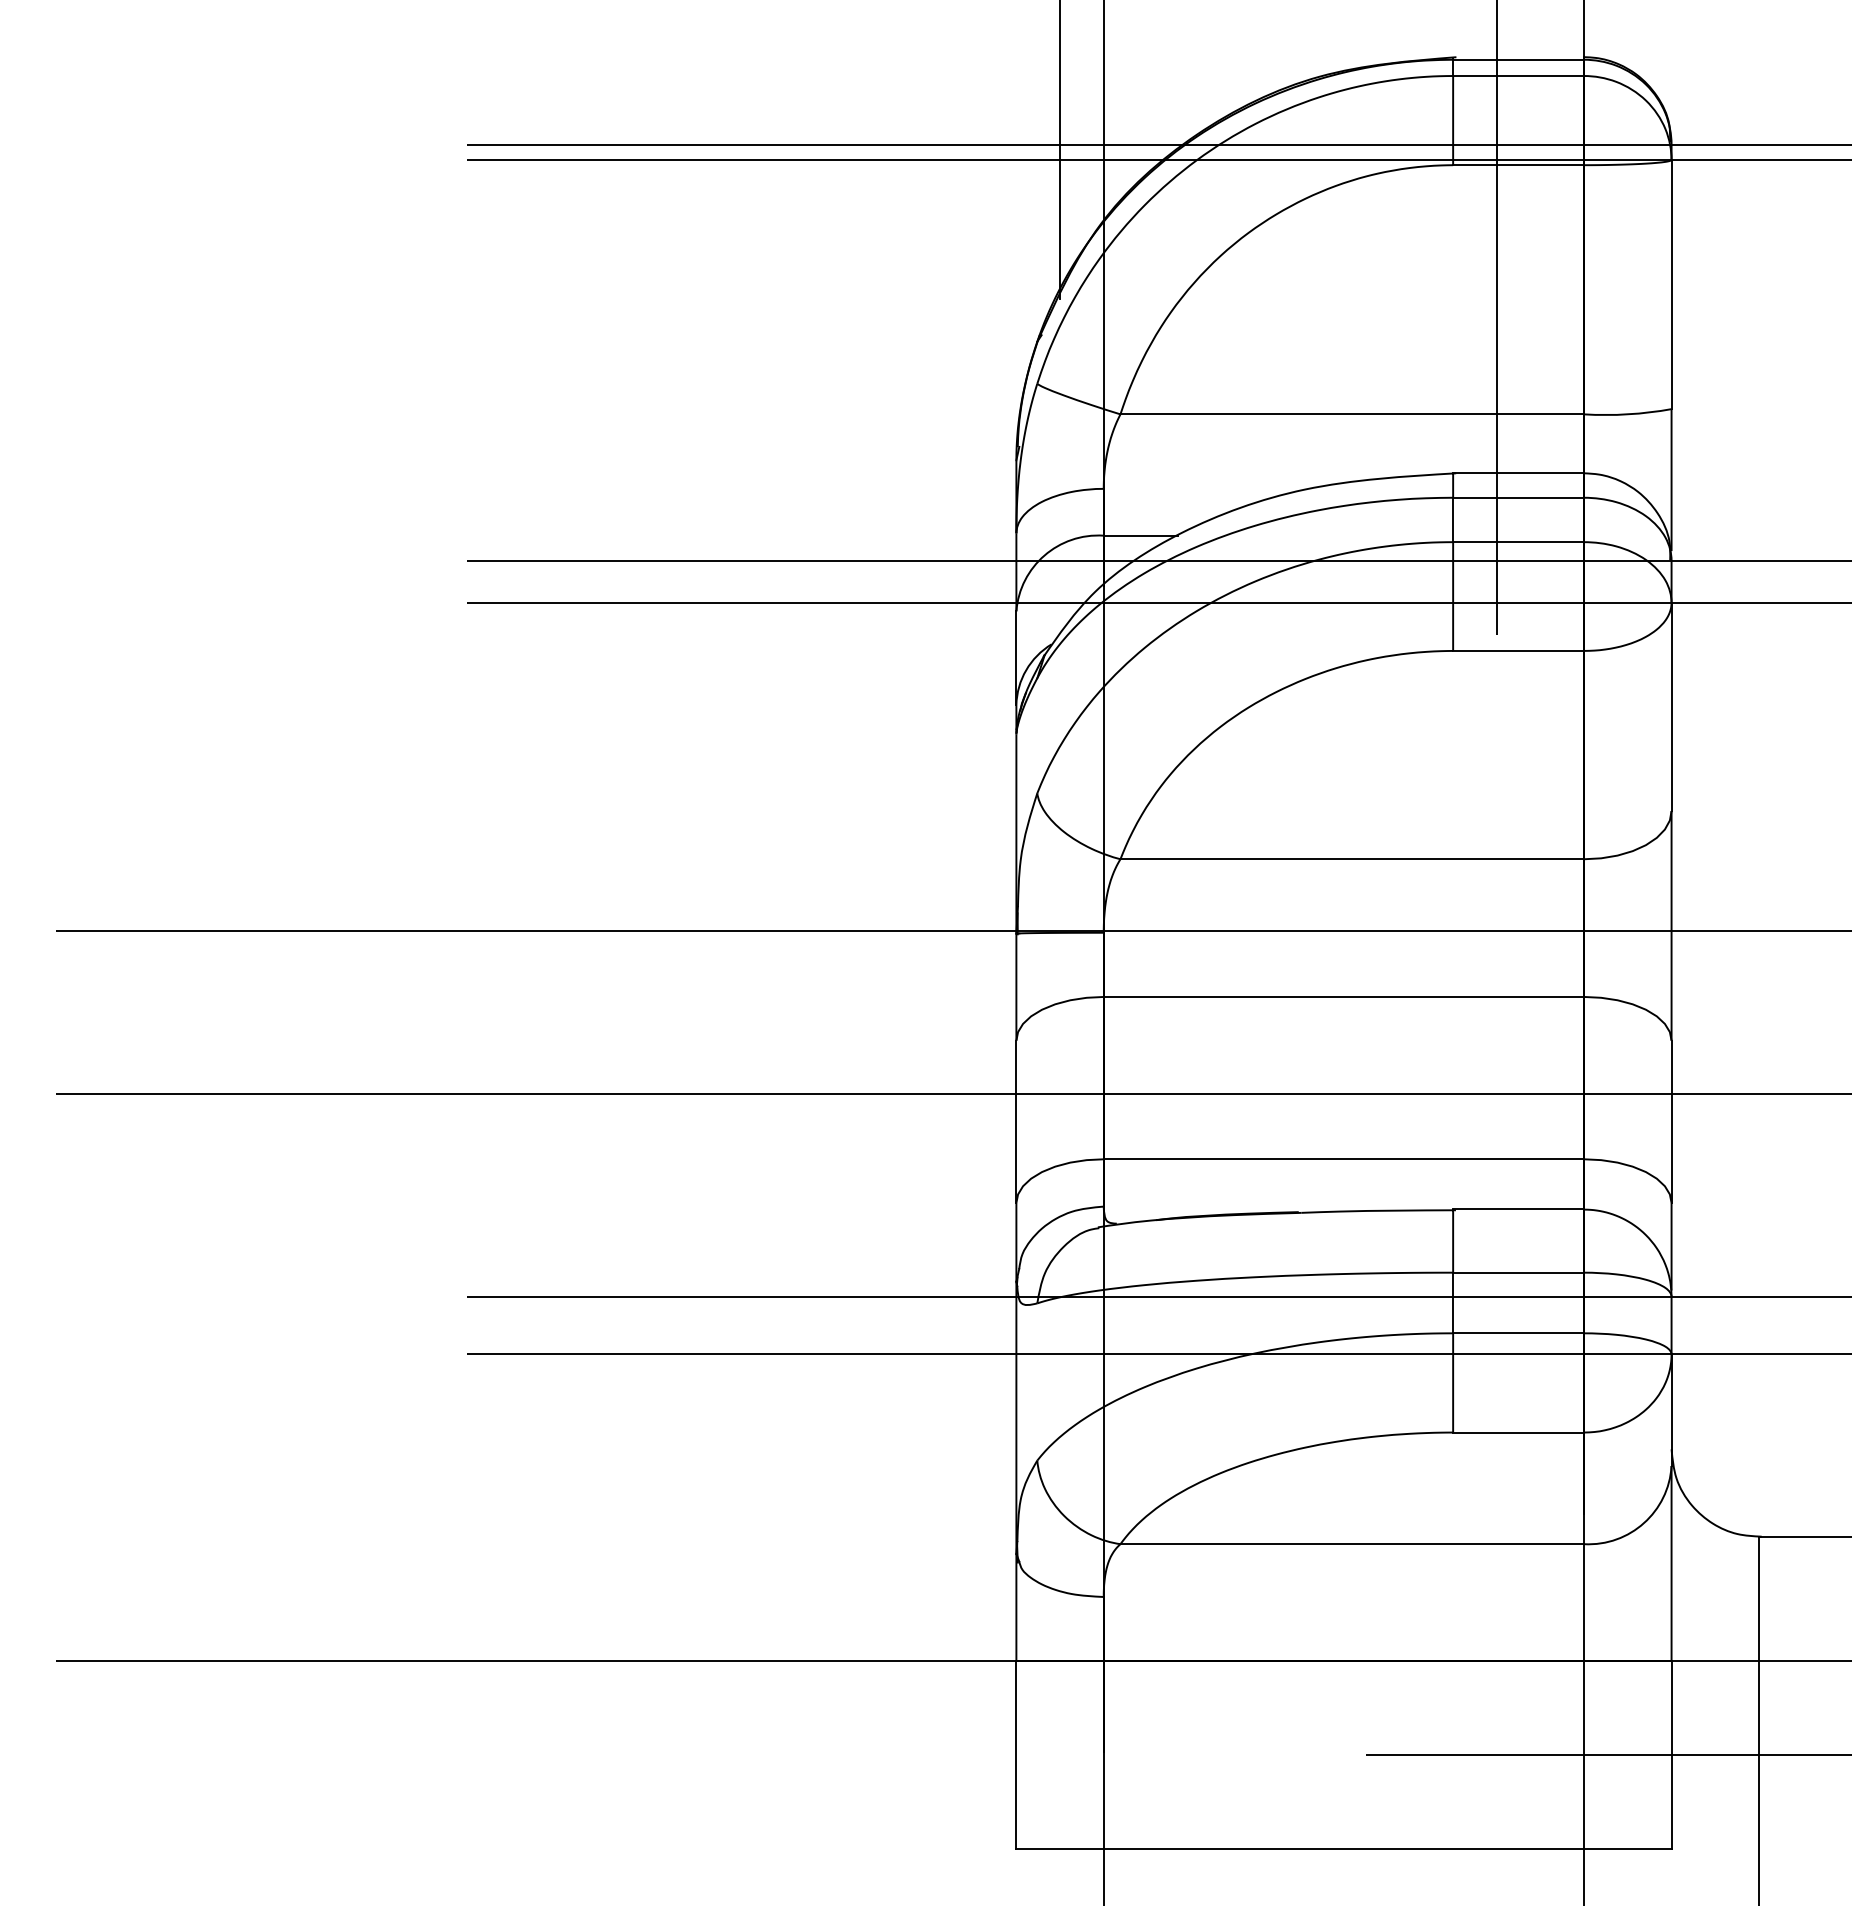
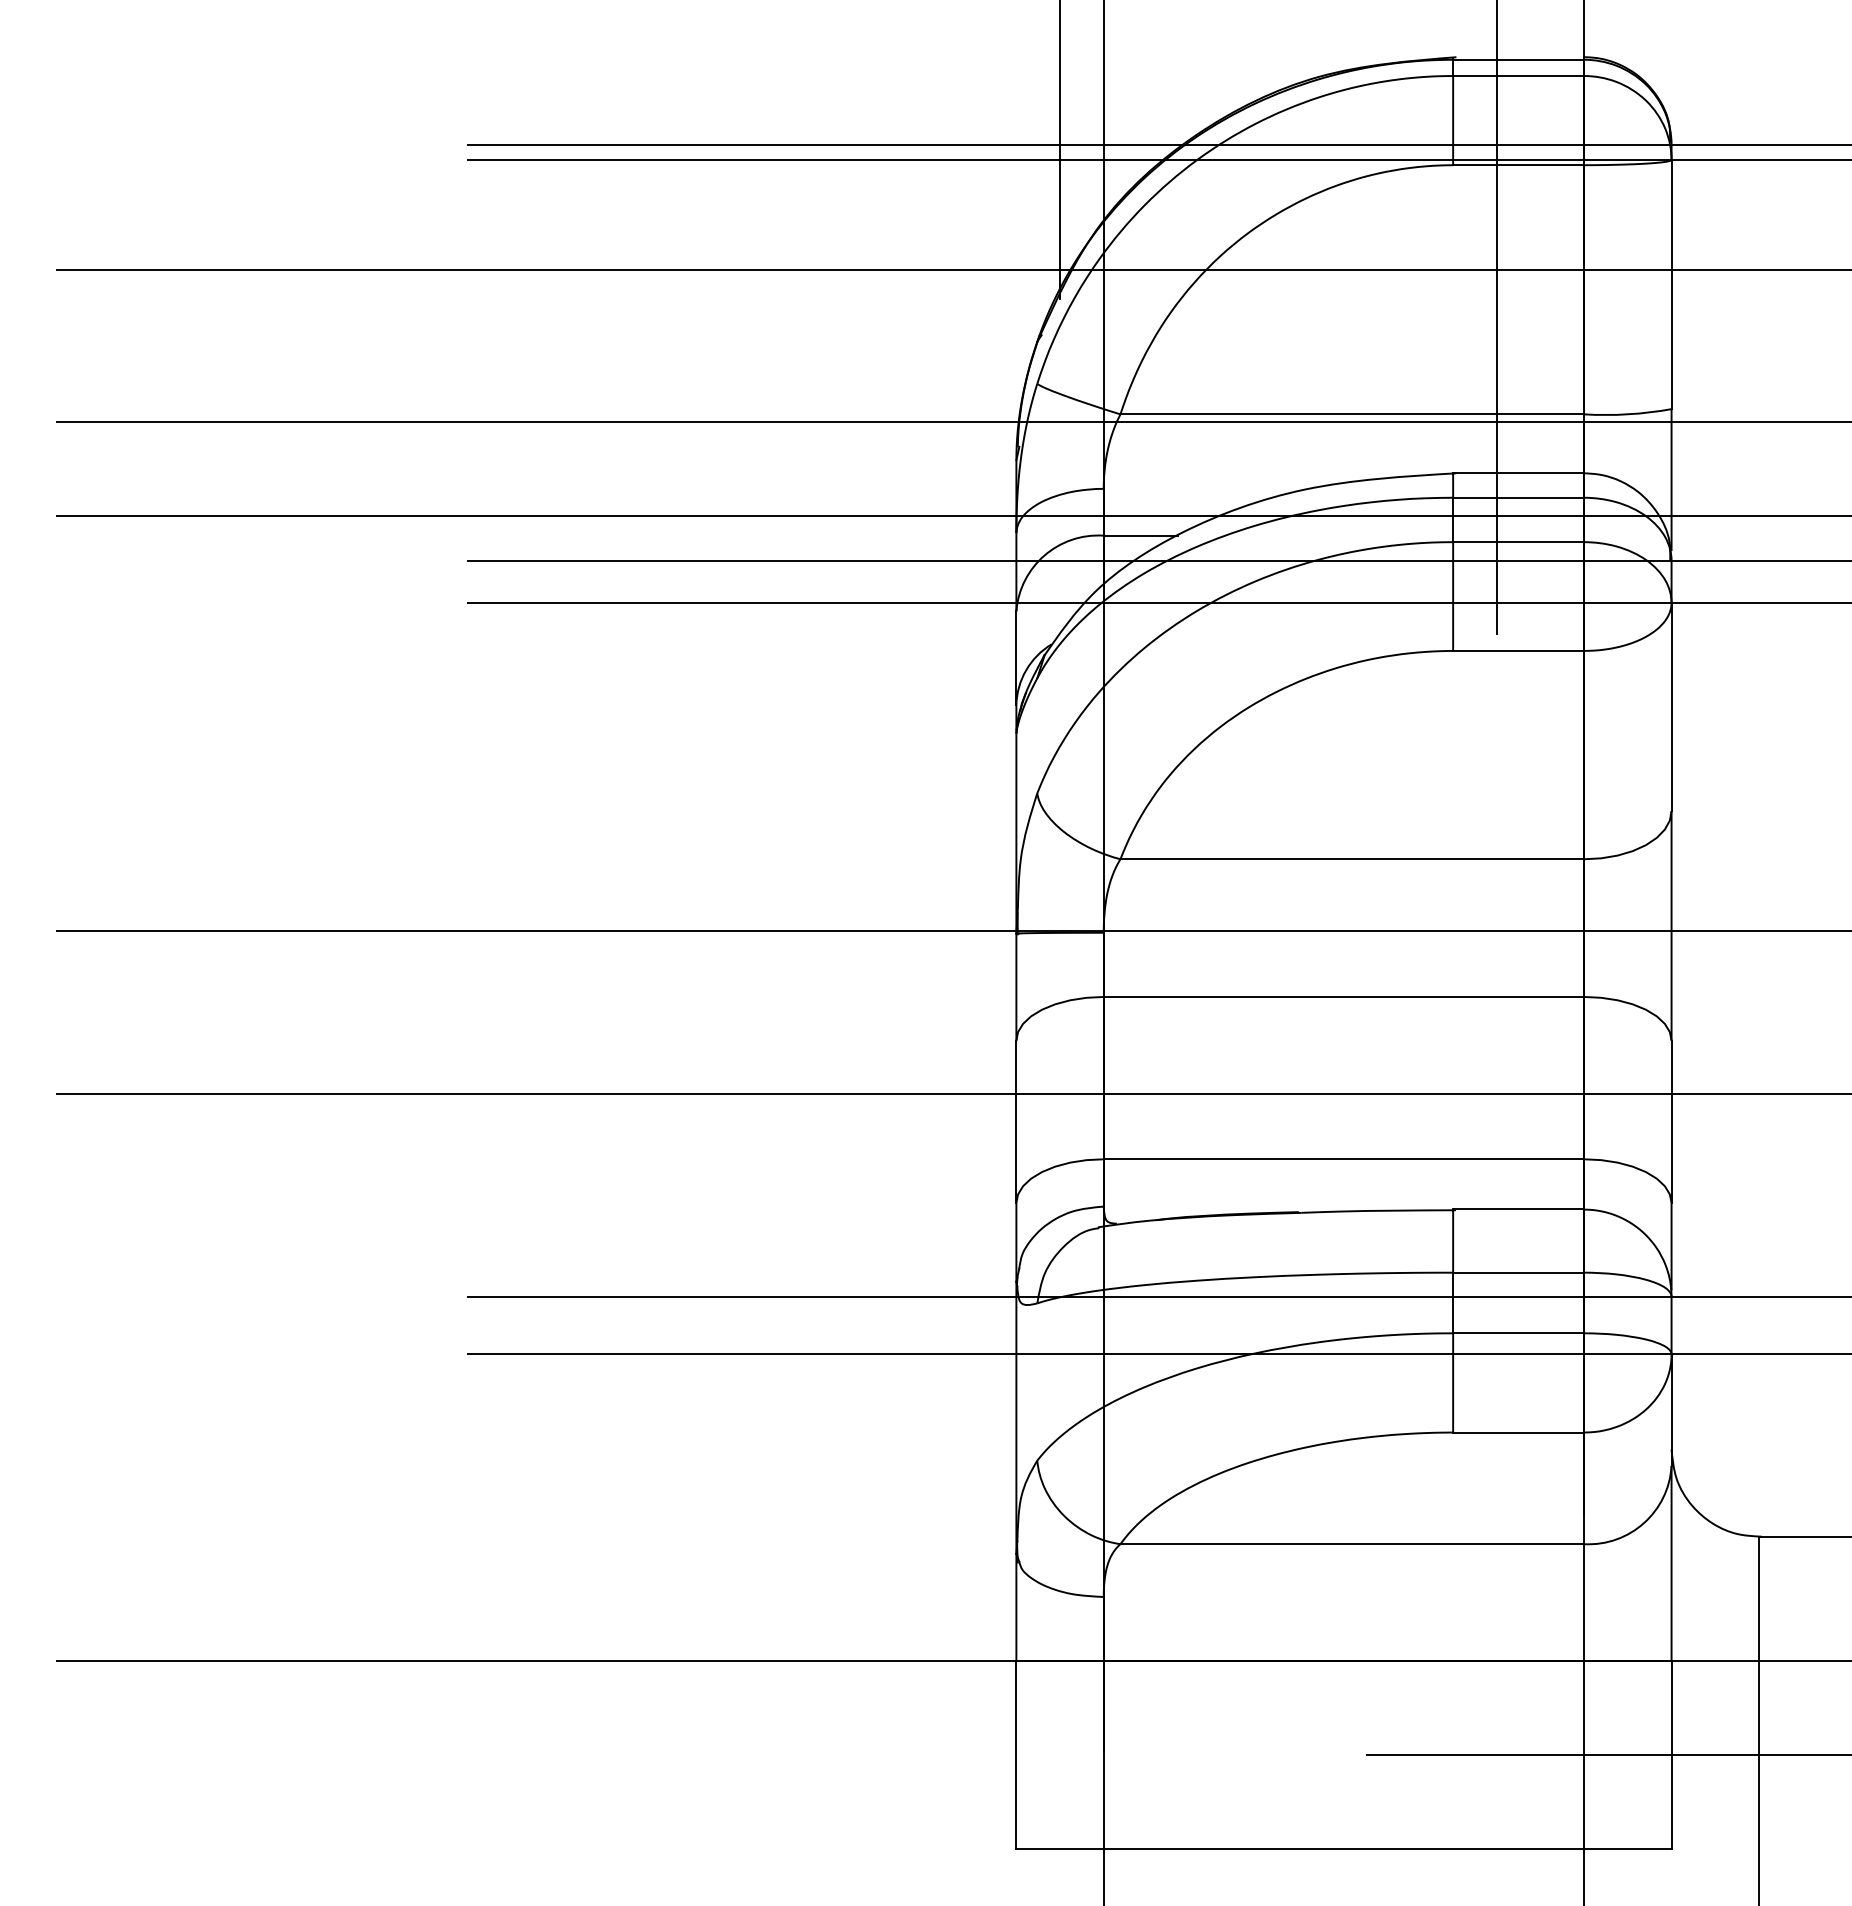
line at (951, 270): none -> present
line at (951, 422): none -> present
line at (951, 515): none -> present
